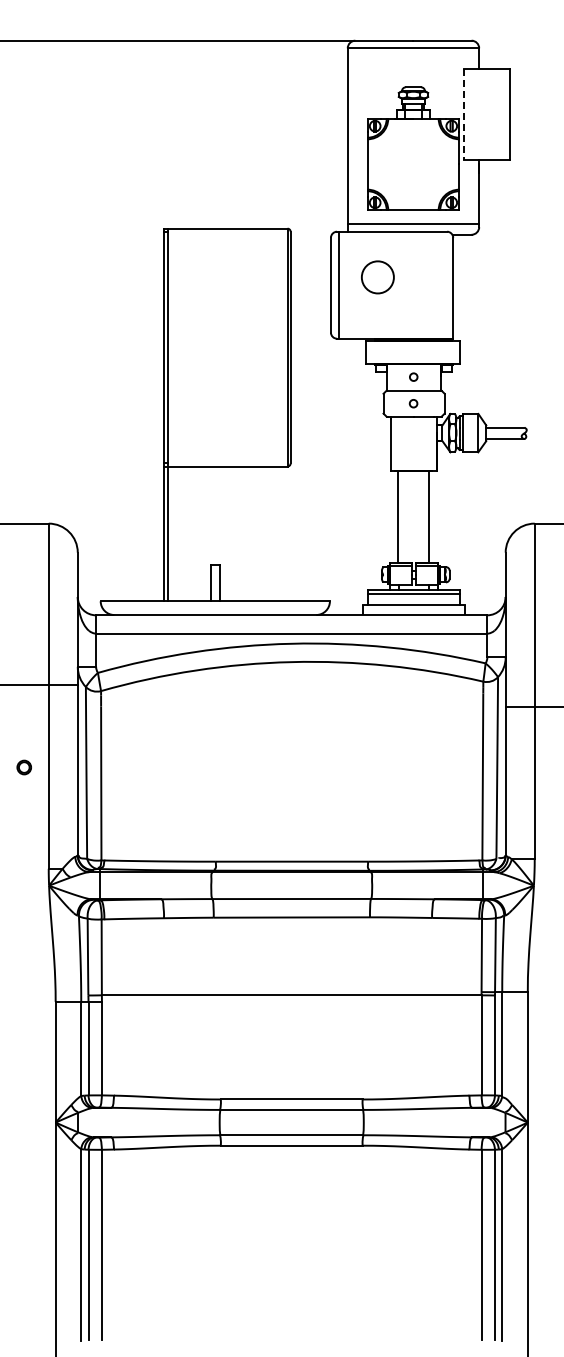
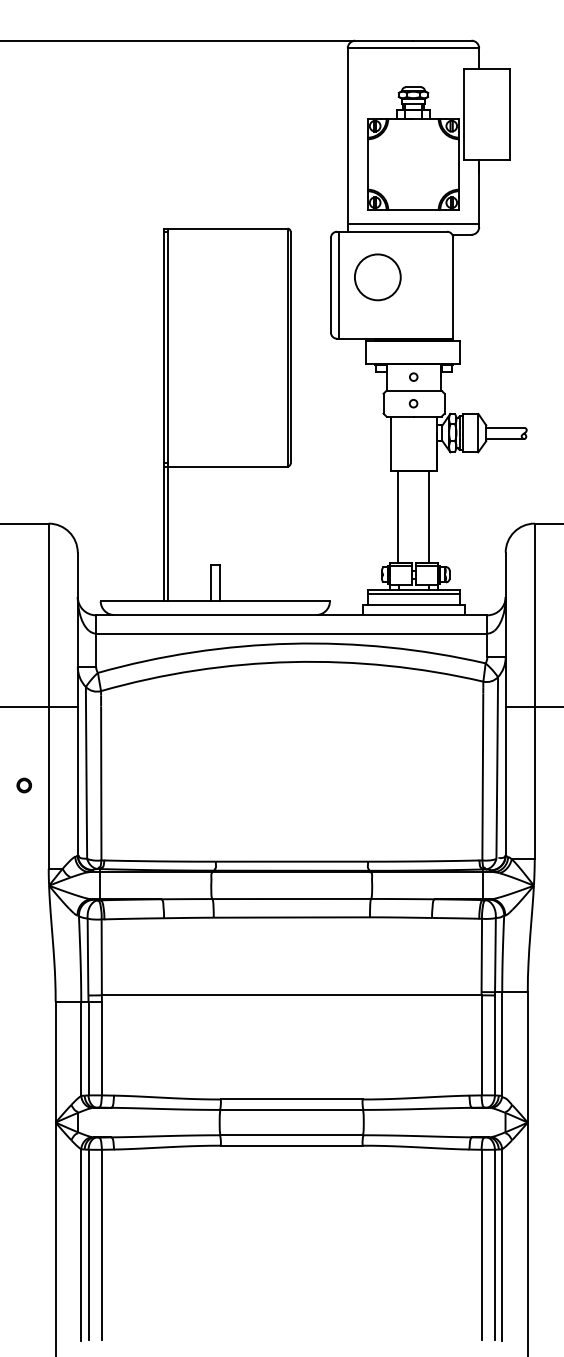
line at (463, 114): dashed -> solid
circle at (377, 277) size: 34x35 px -> 48x49 px
line at (39, 685) position: (39, 685) -> (39, 707)
part at (23, 767) position: (23, 767) -> (23, 785)
